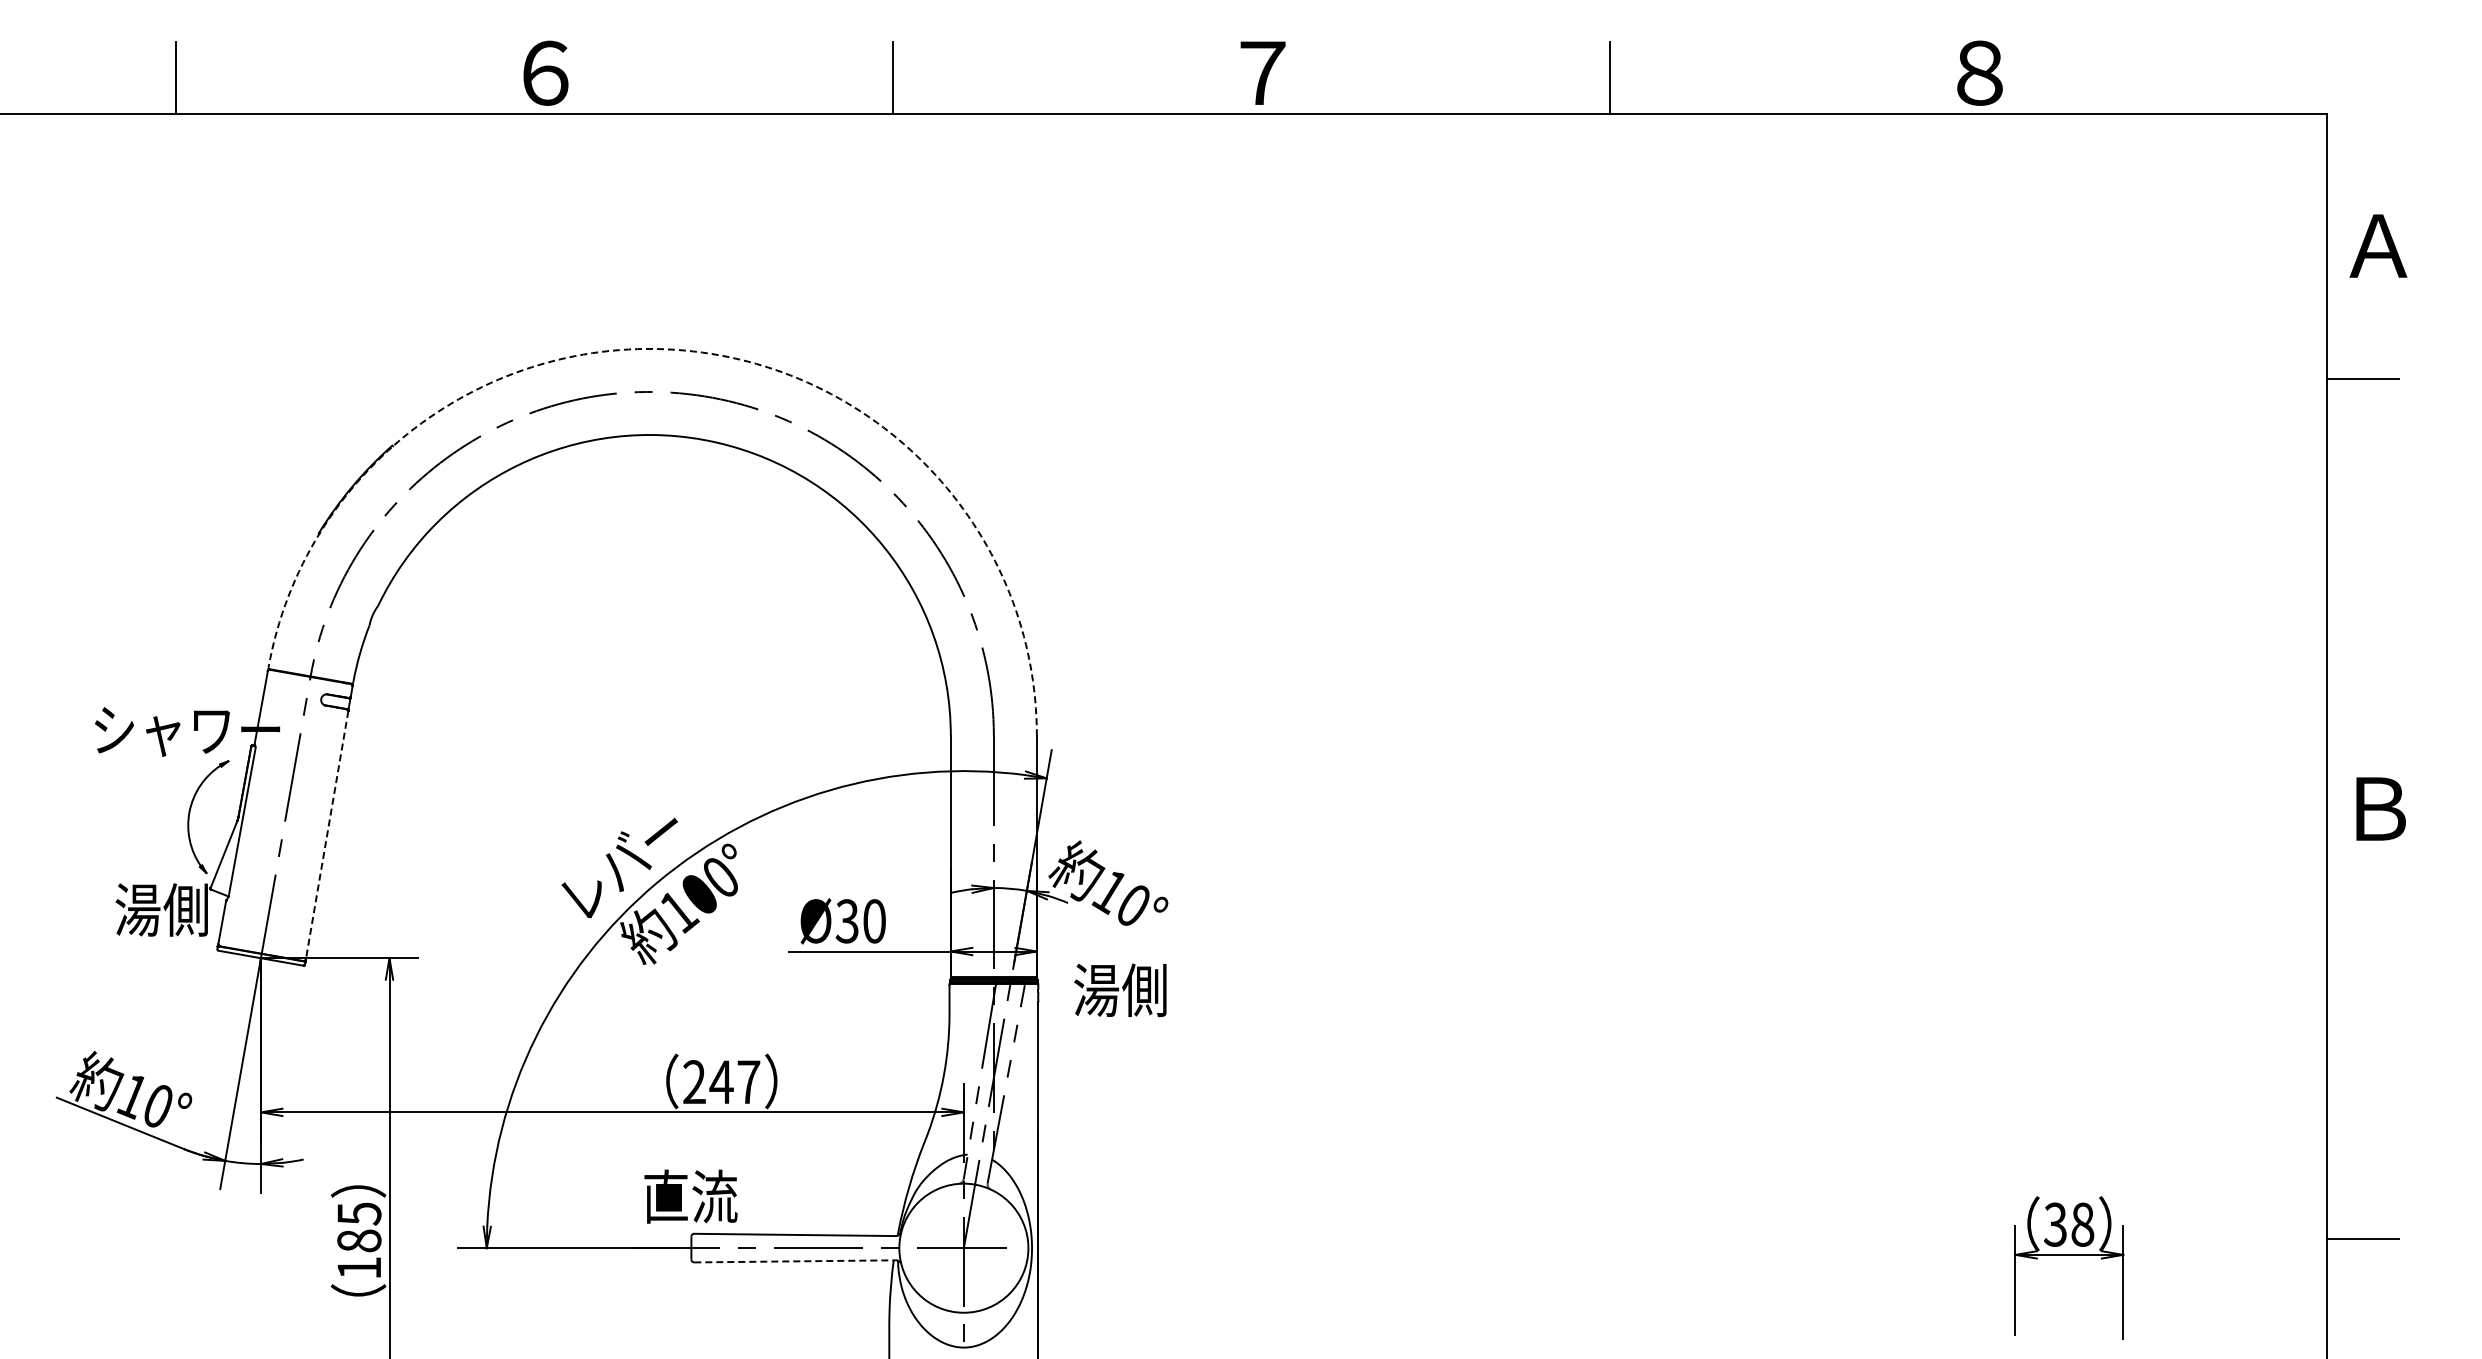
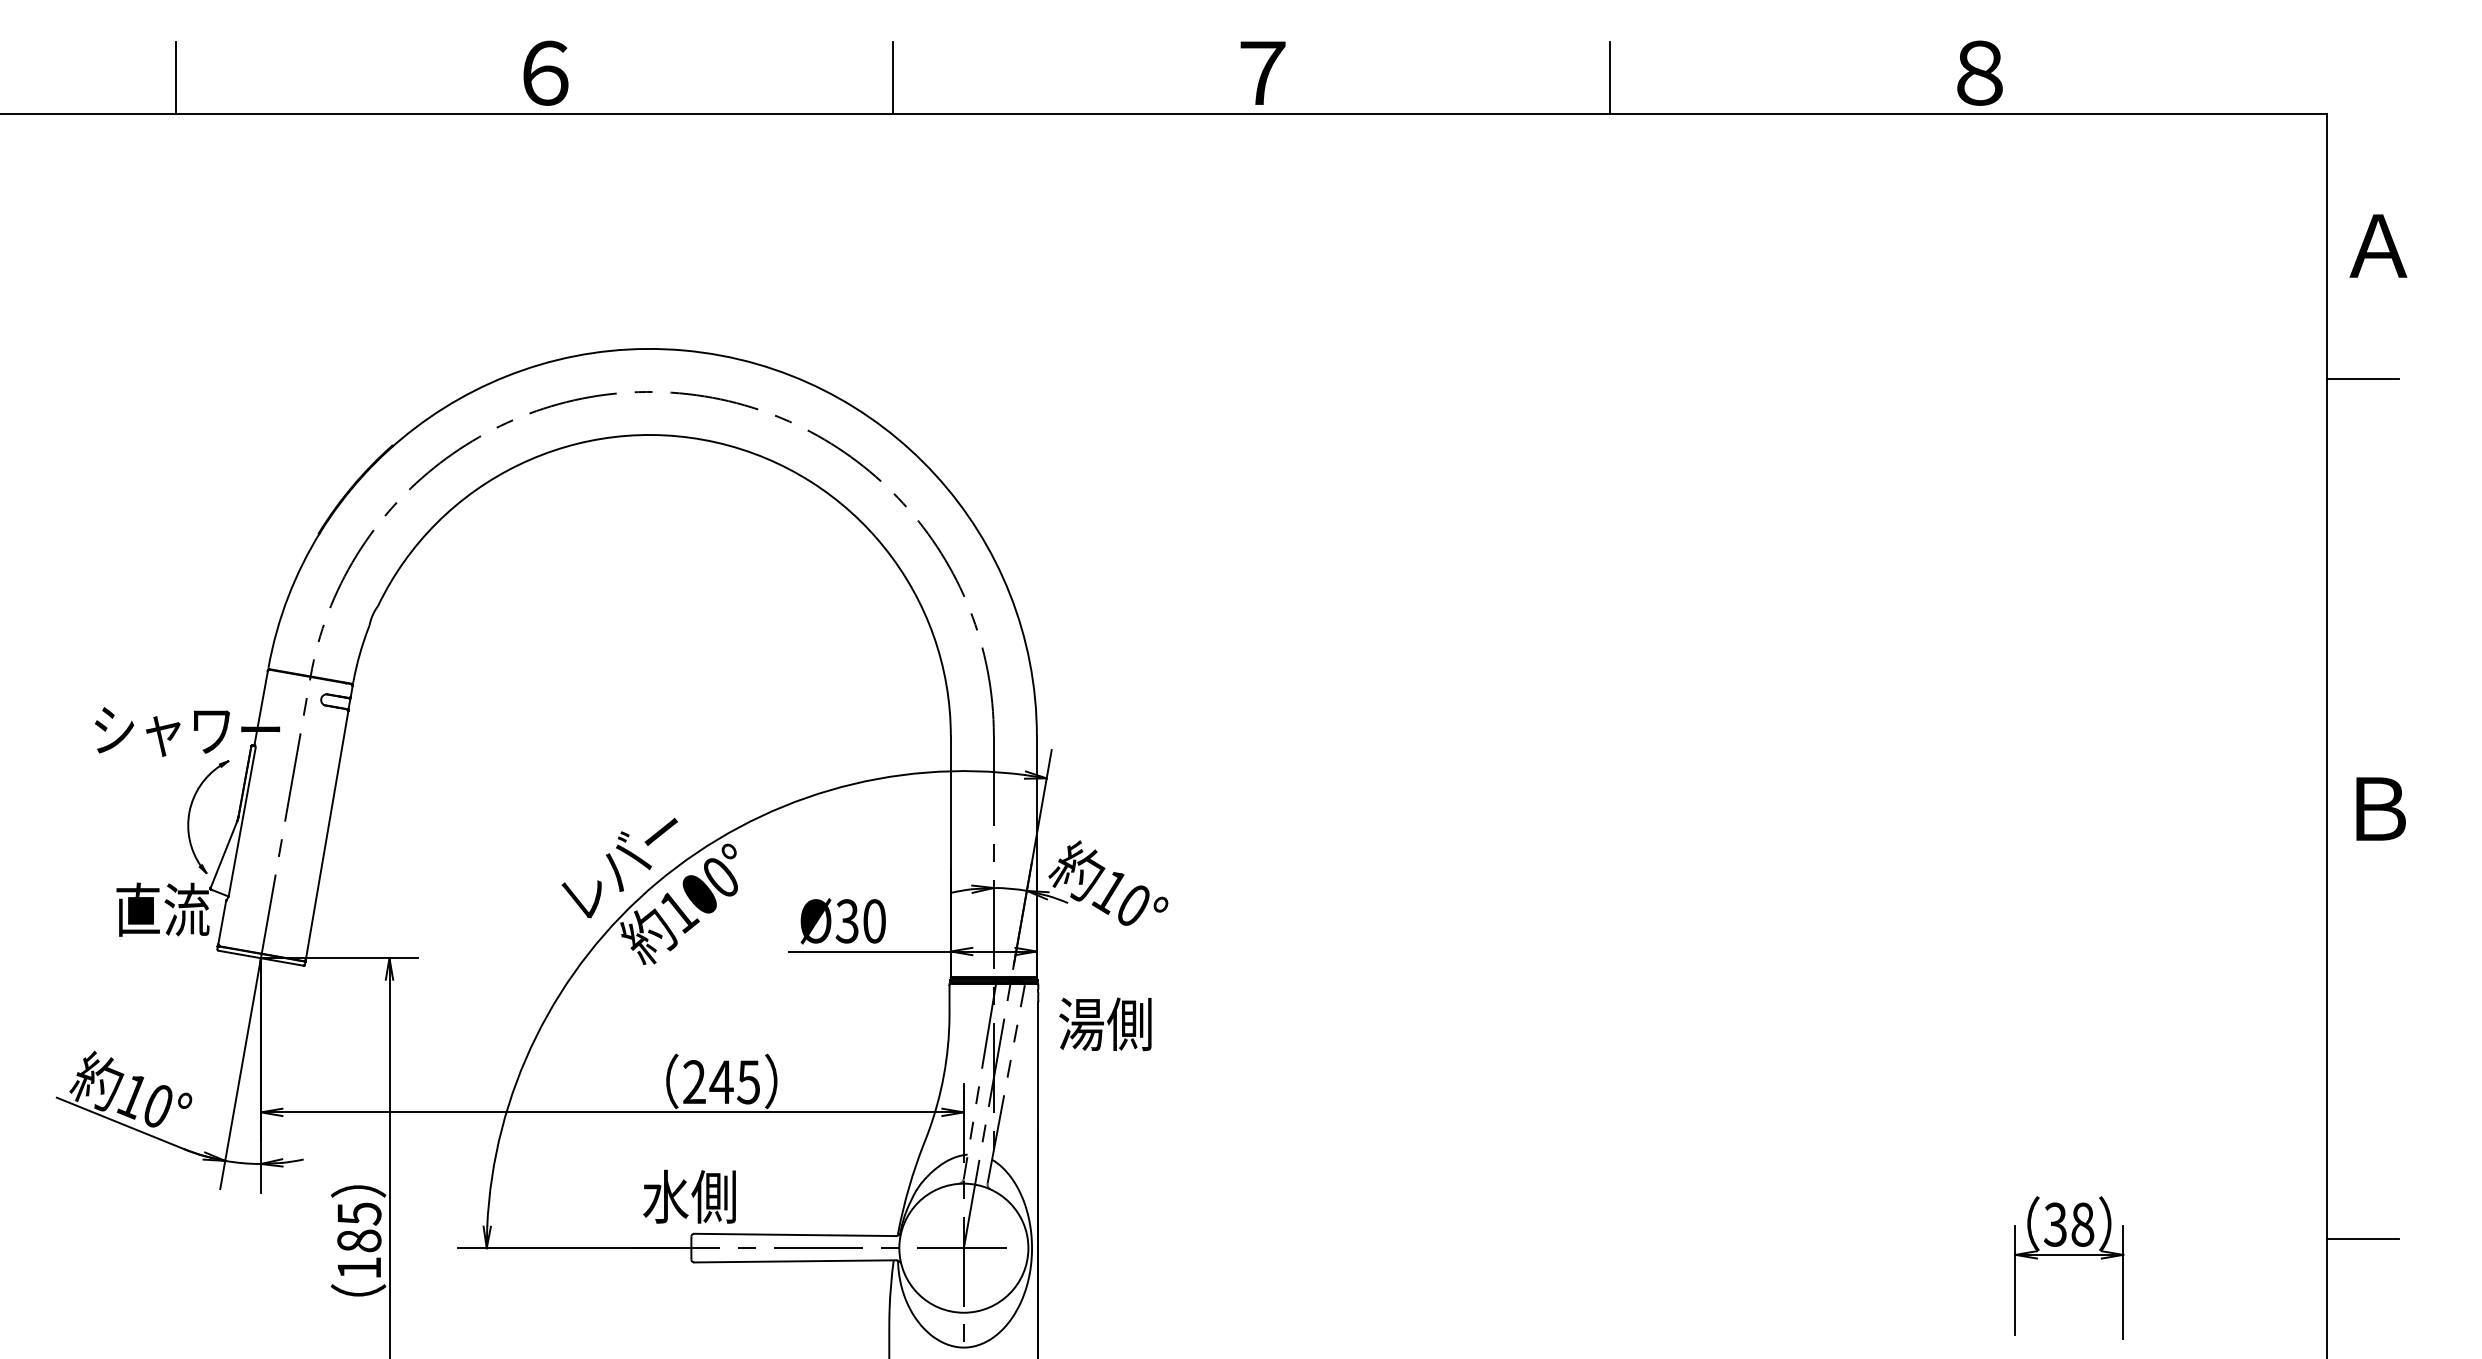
arc at (684, 350): dashed -> solid
line at (327, 836): dashed -> solid
text at (162, 909): 湯側 -> 直流
text at (1120, 990) position: (1120, 990) -> (1105, 1024)
text at (748, 1082): 247 -> 245
text at (690, 1196): 直流 -> 水側
line at (795, 1261): dashed -> solid
